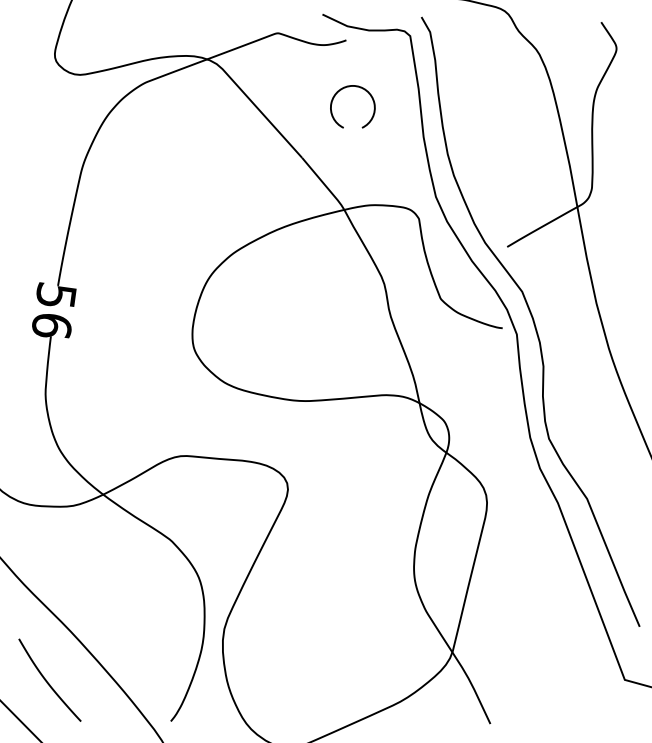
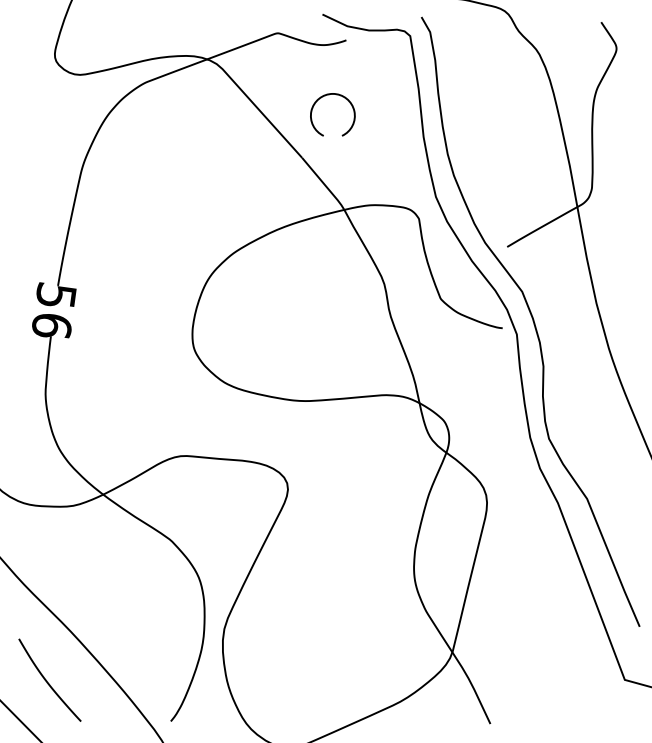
part at (349, 87) position: (349, 87) -> (329, 95)
